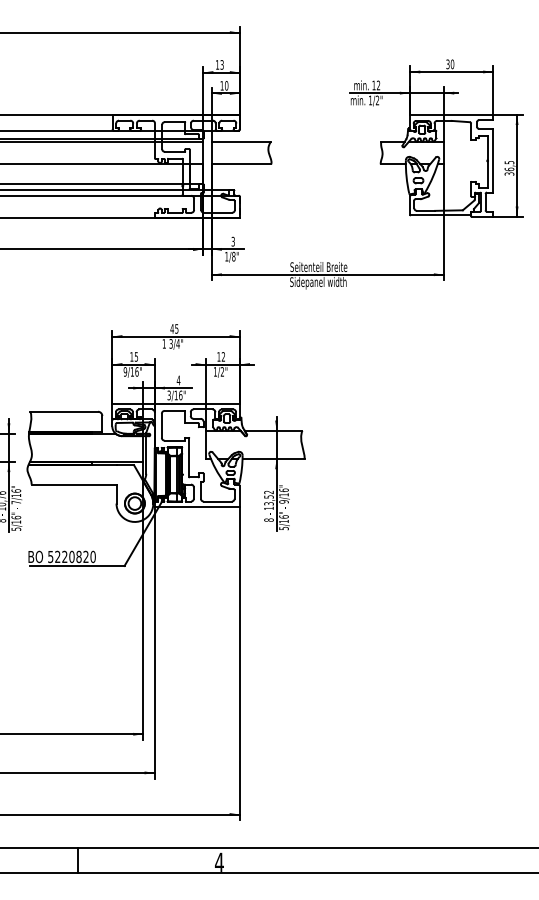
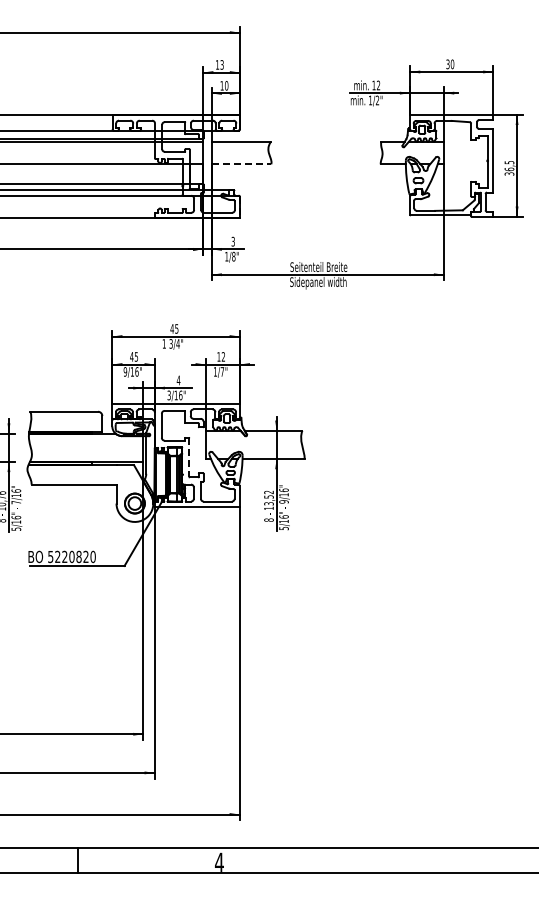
line at (241, 164): solid -> dashed
text at (131, 356): 15 -> 45
text at (222, 371): 1/2" -> 1/7"
line at (189, 458): solid -> dashed
